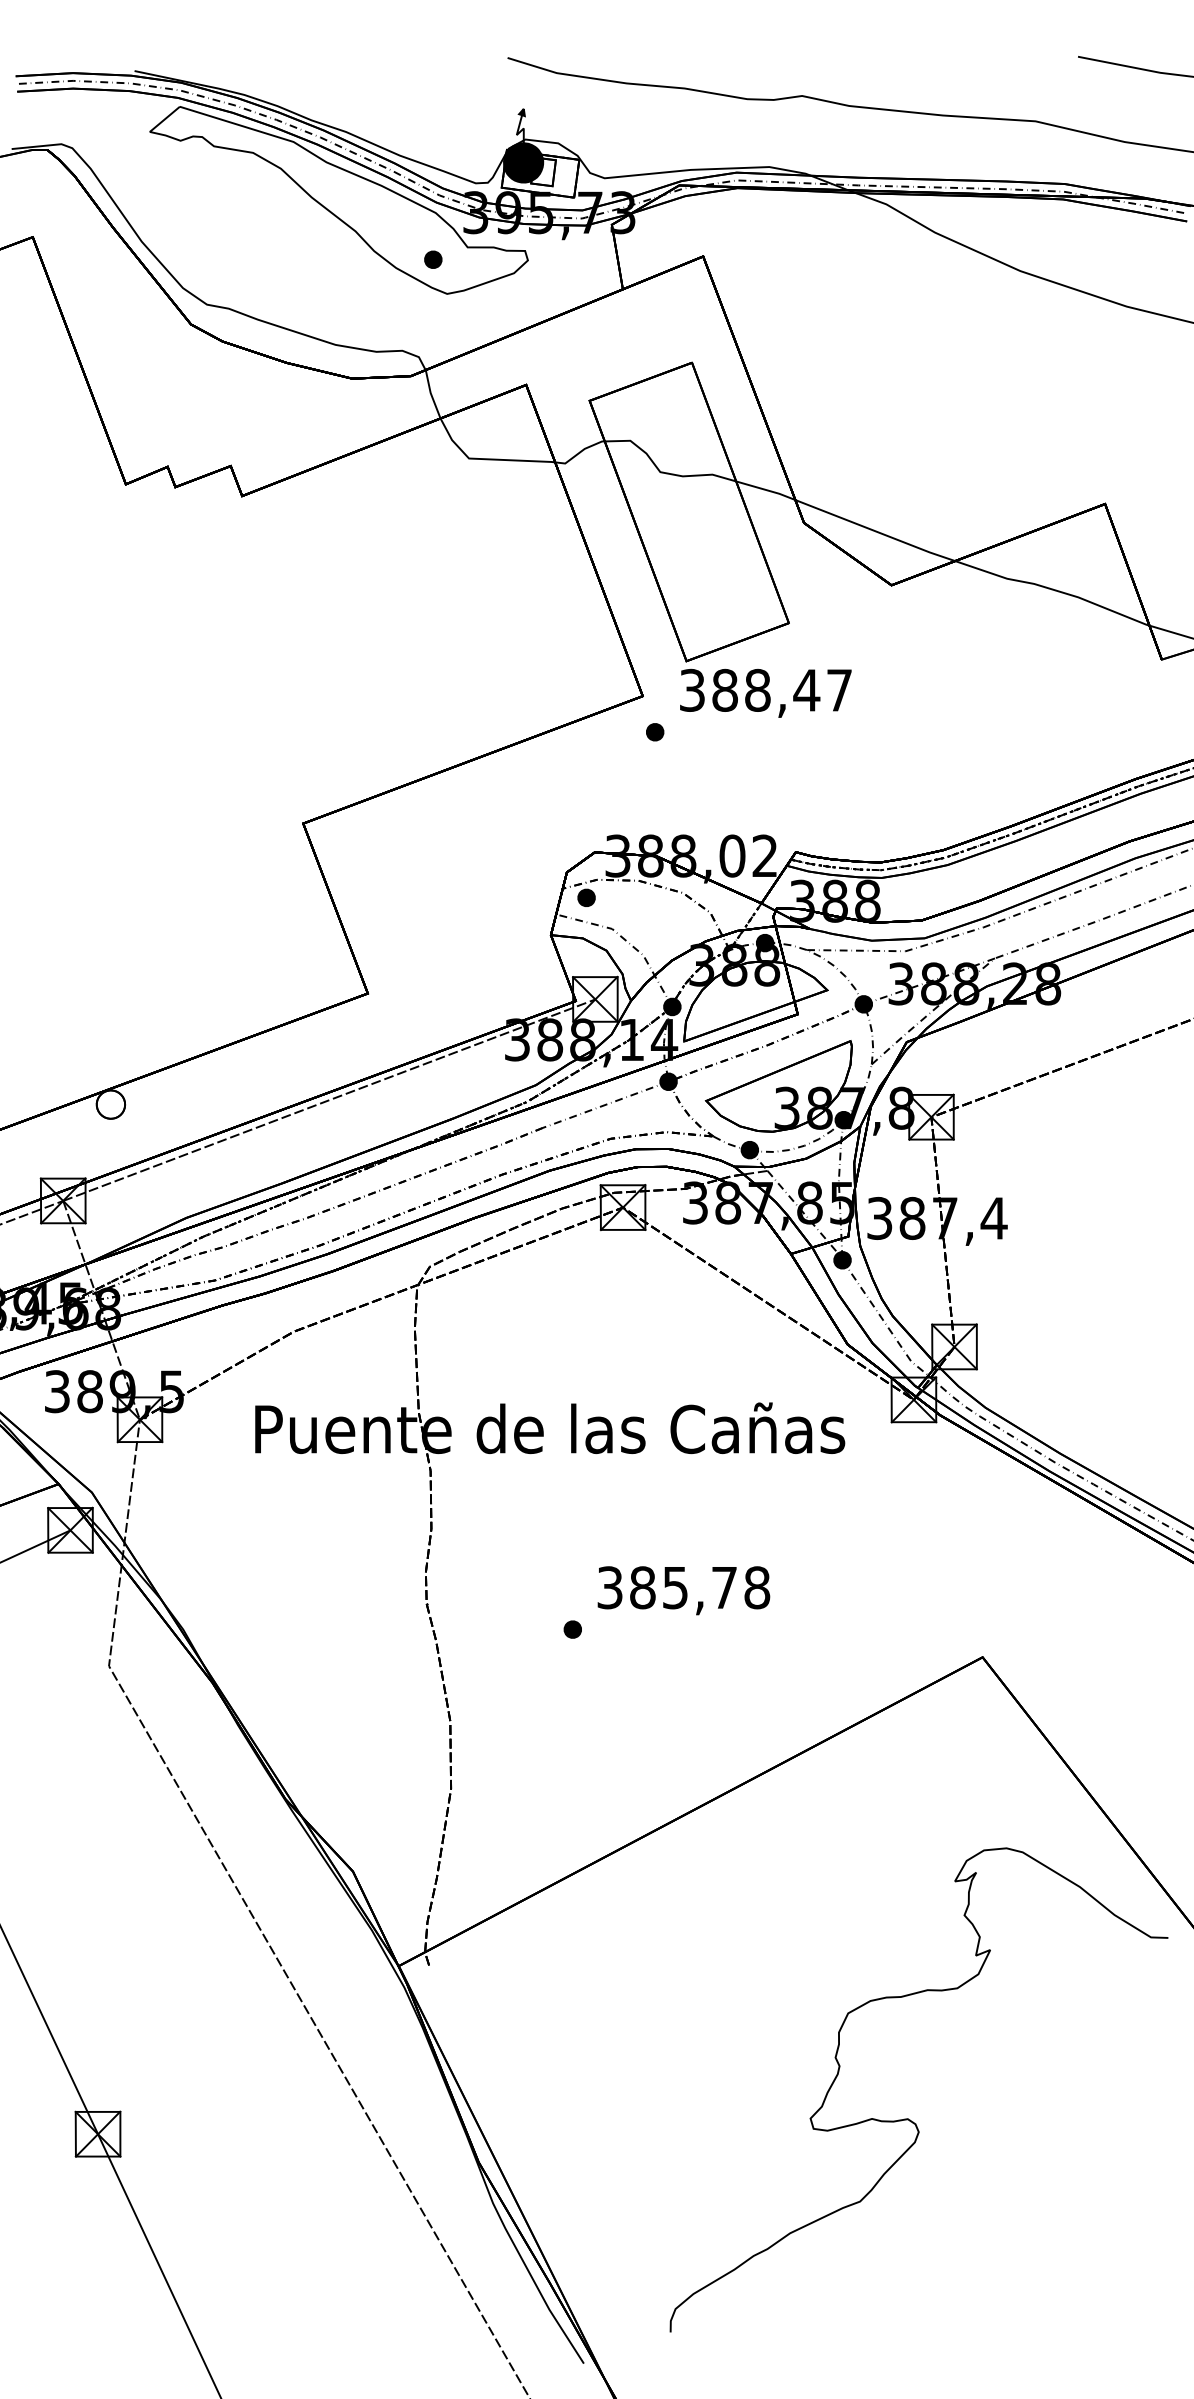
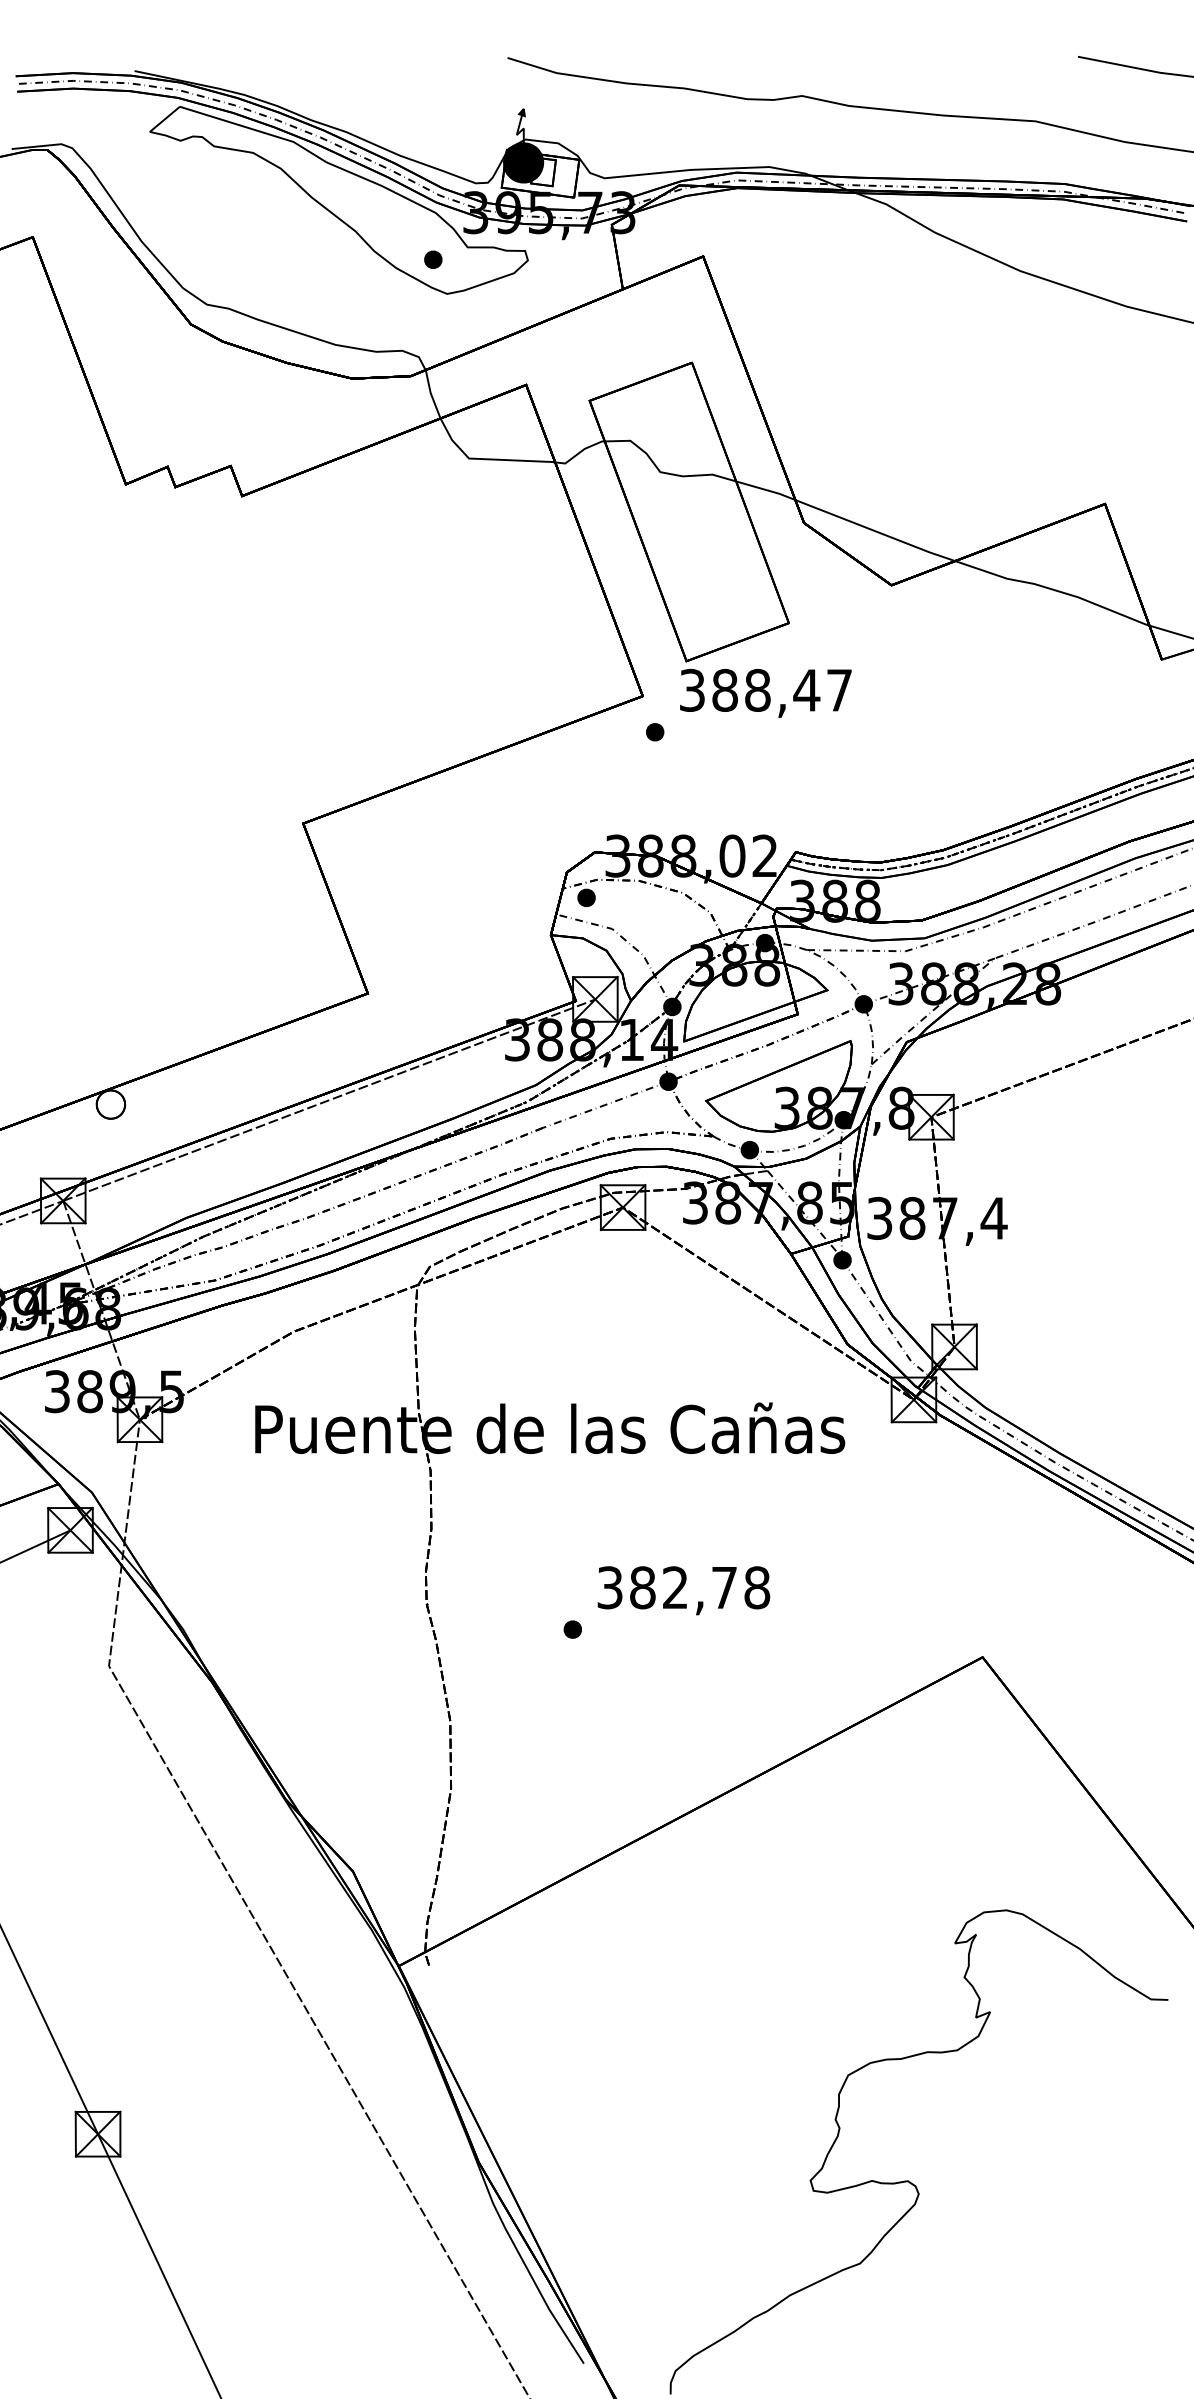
text at (675, 1587): 385,78 -> 382,78
curve at (908, 2118) position: (908, 2118) -> (908, 2180)
